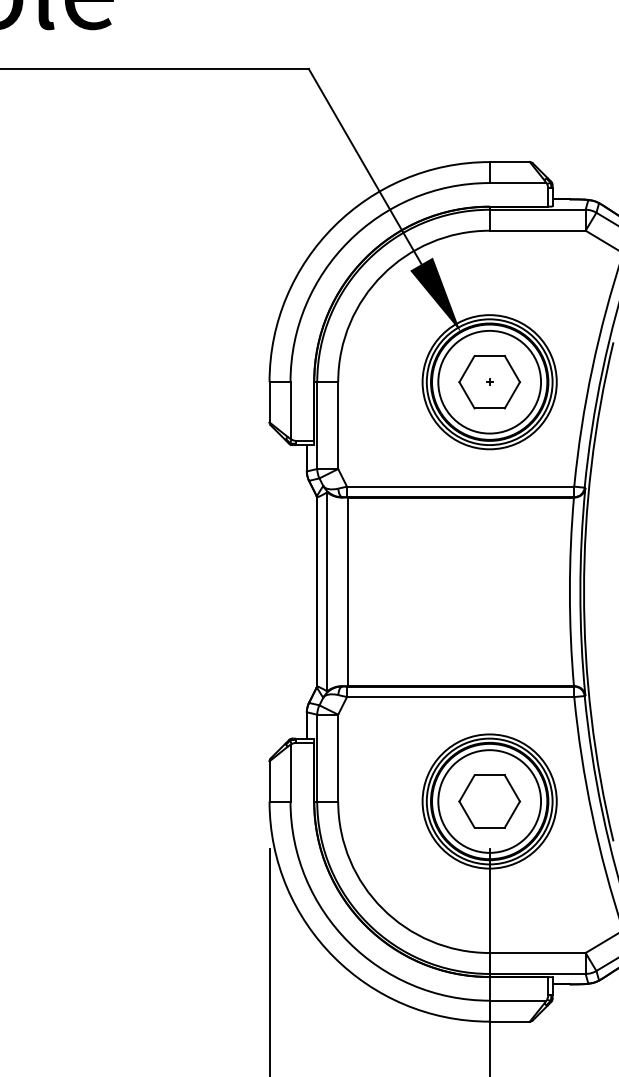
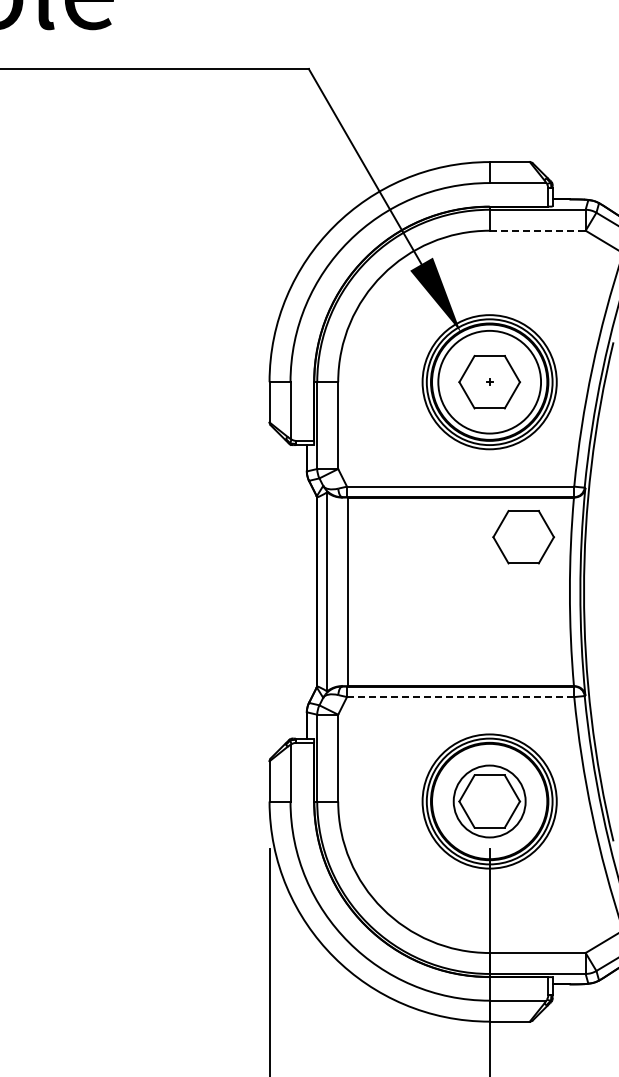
line at (537, 230): solid -> dashed
part at (523, 537): none -> present
line at (460, 697): solid -> dashed
circle at (489, 801) diameter: 103 px -> 72 px
